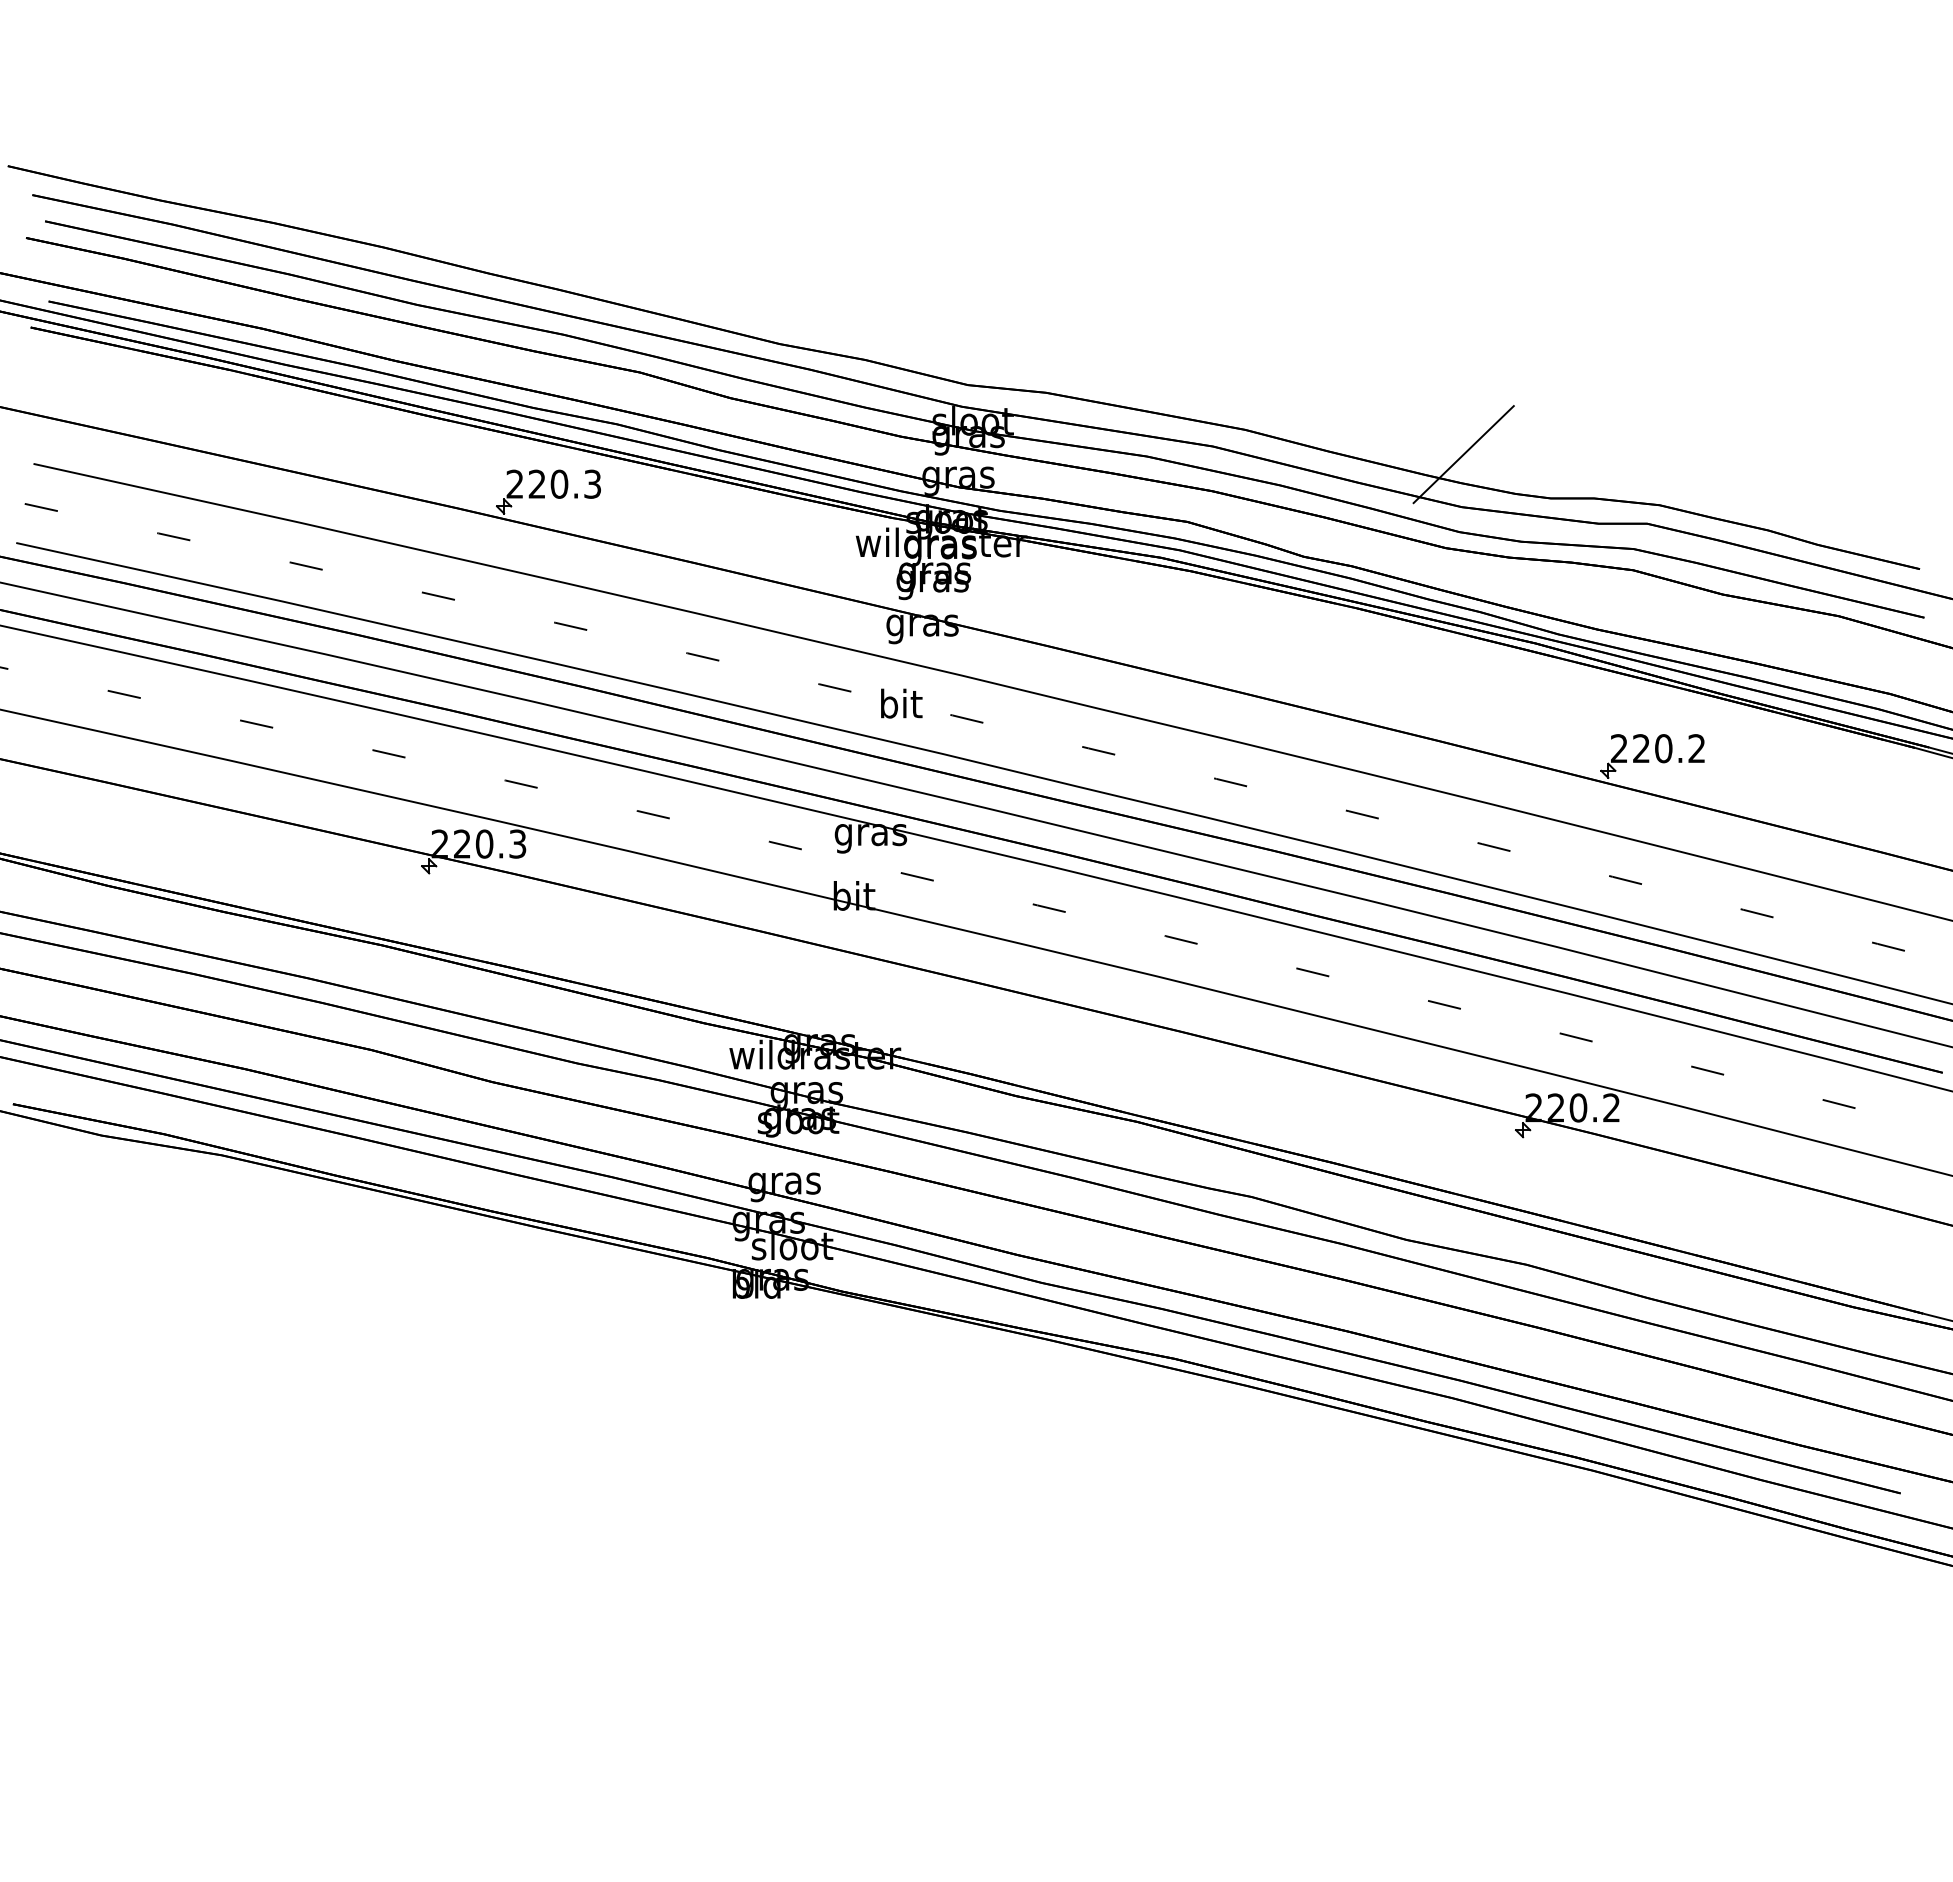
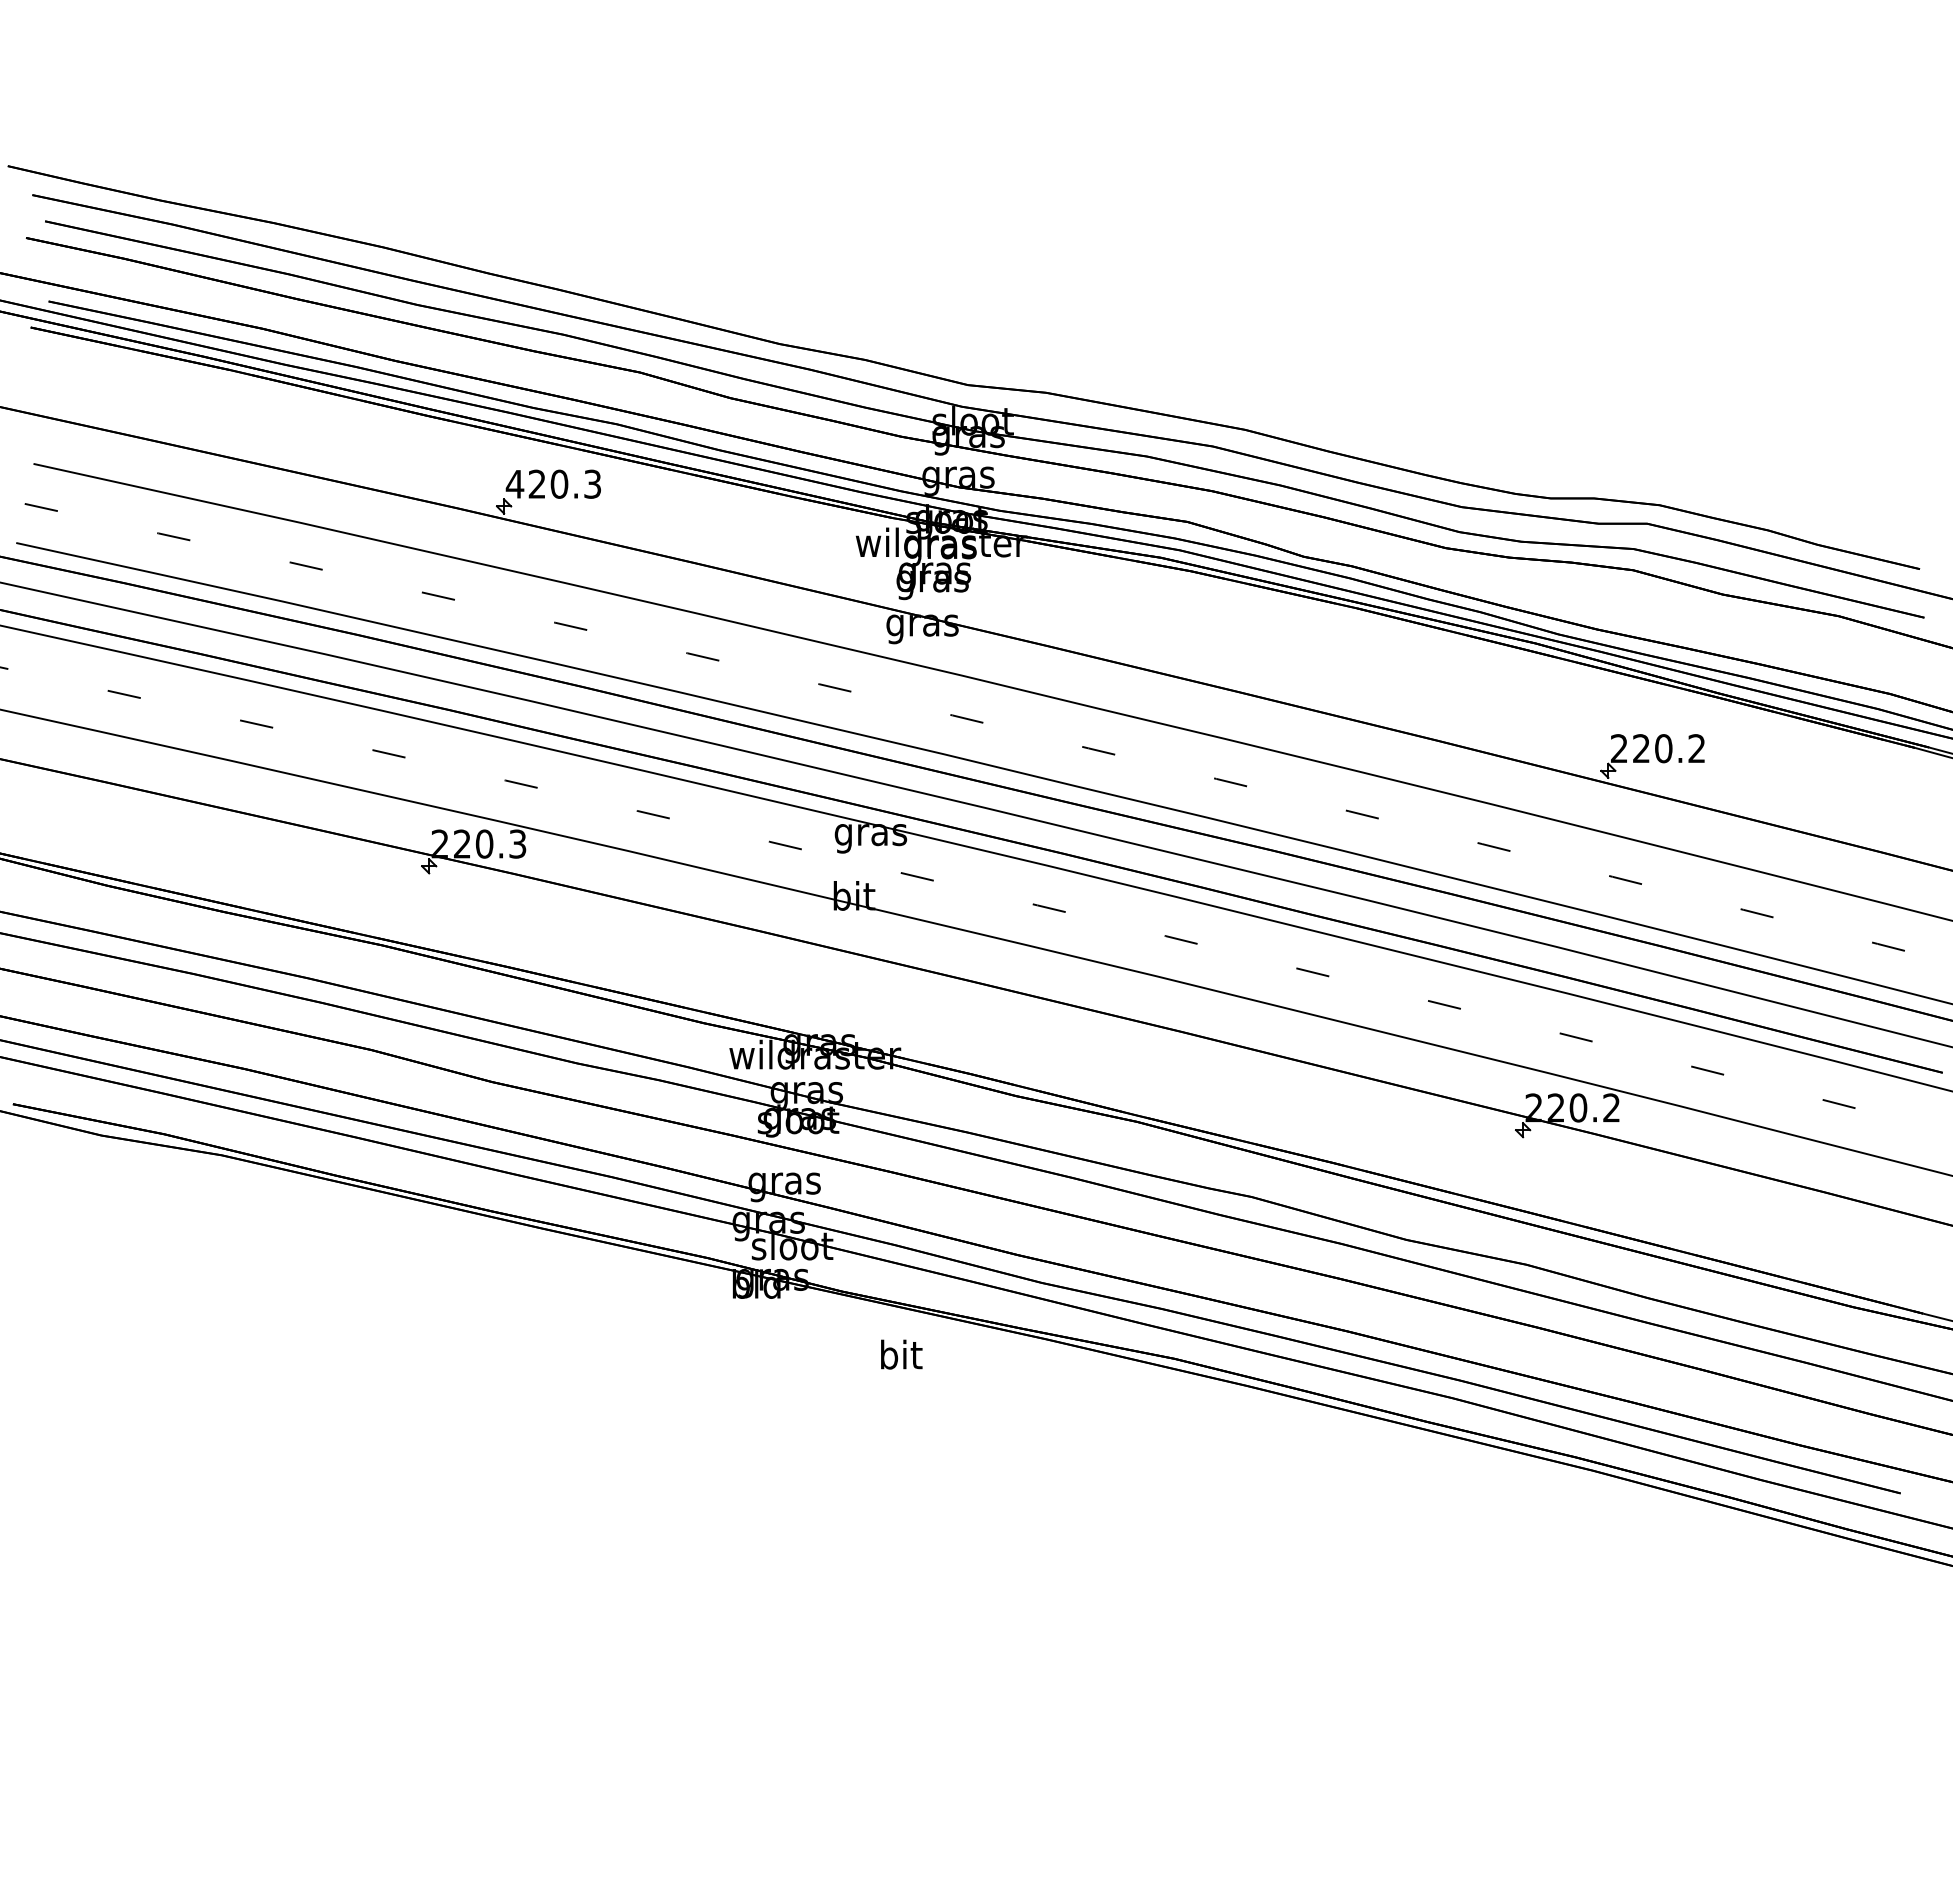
line at (1463, 454): present -> none
text at (514, 483): 220.3 -> 420.3
text at (901, 703) position: (901, 703) -> (901, 1354)
